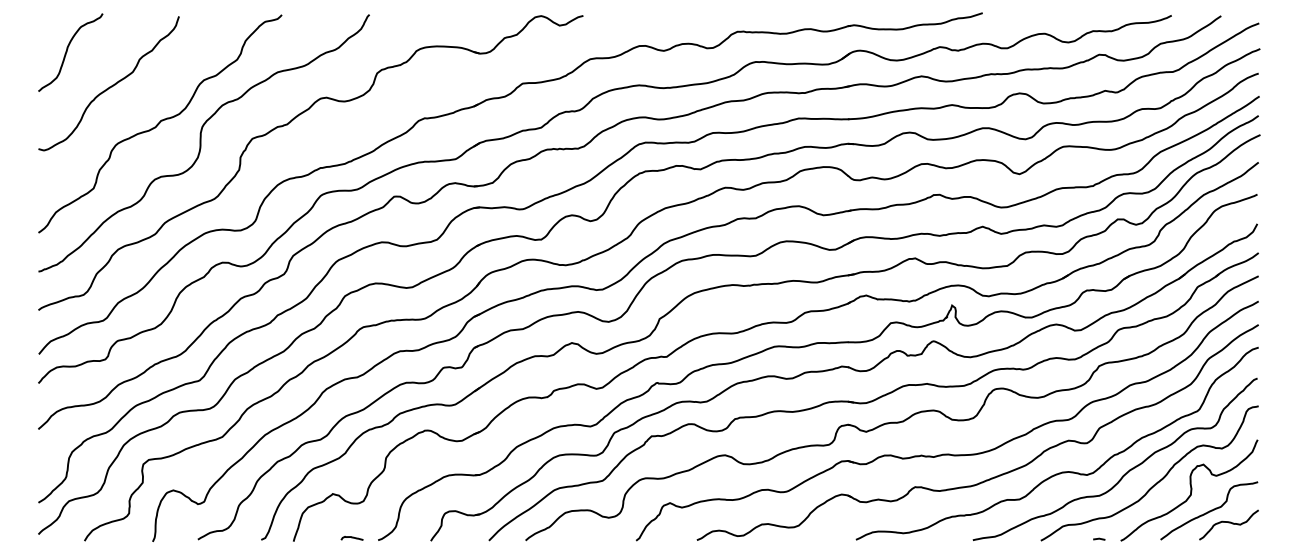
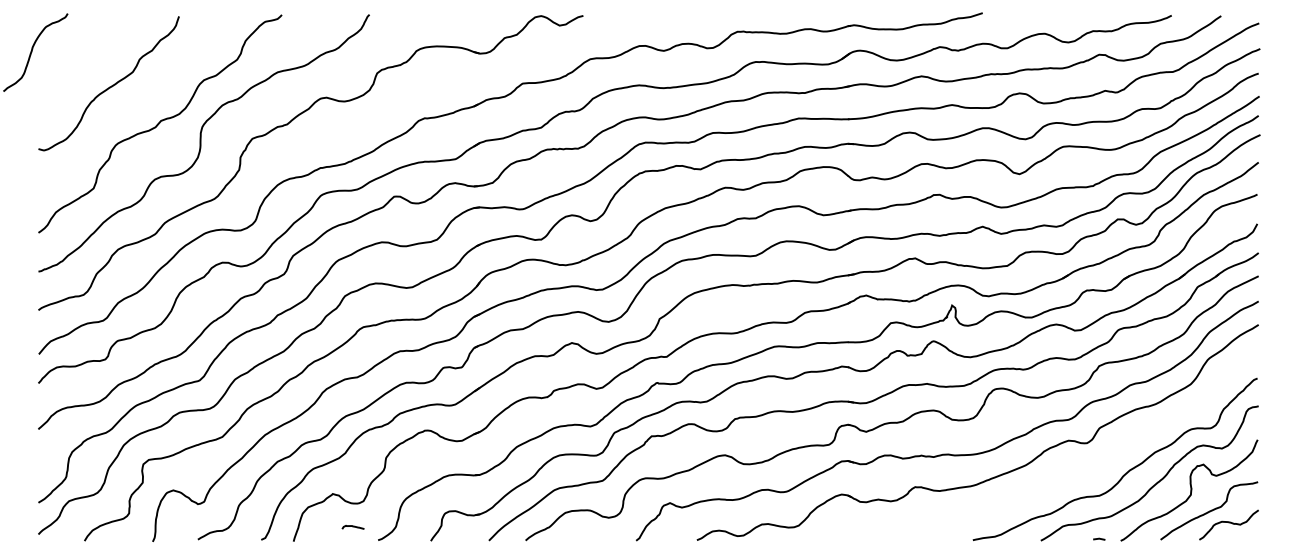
curve at (67, 52) position: (67, 52) -> (32, 52)
curve at (1062, 471): present -> none
curve at (351, 538) position: (351, 538) -> (352, 527)
